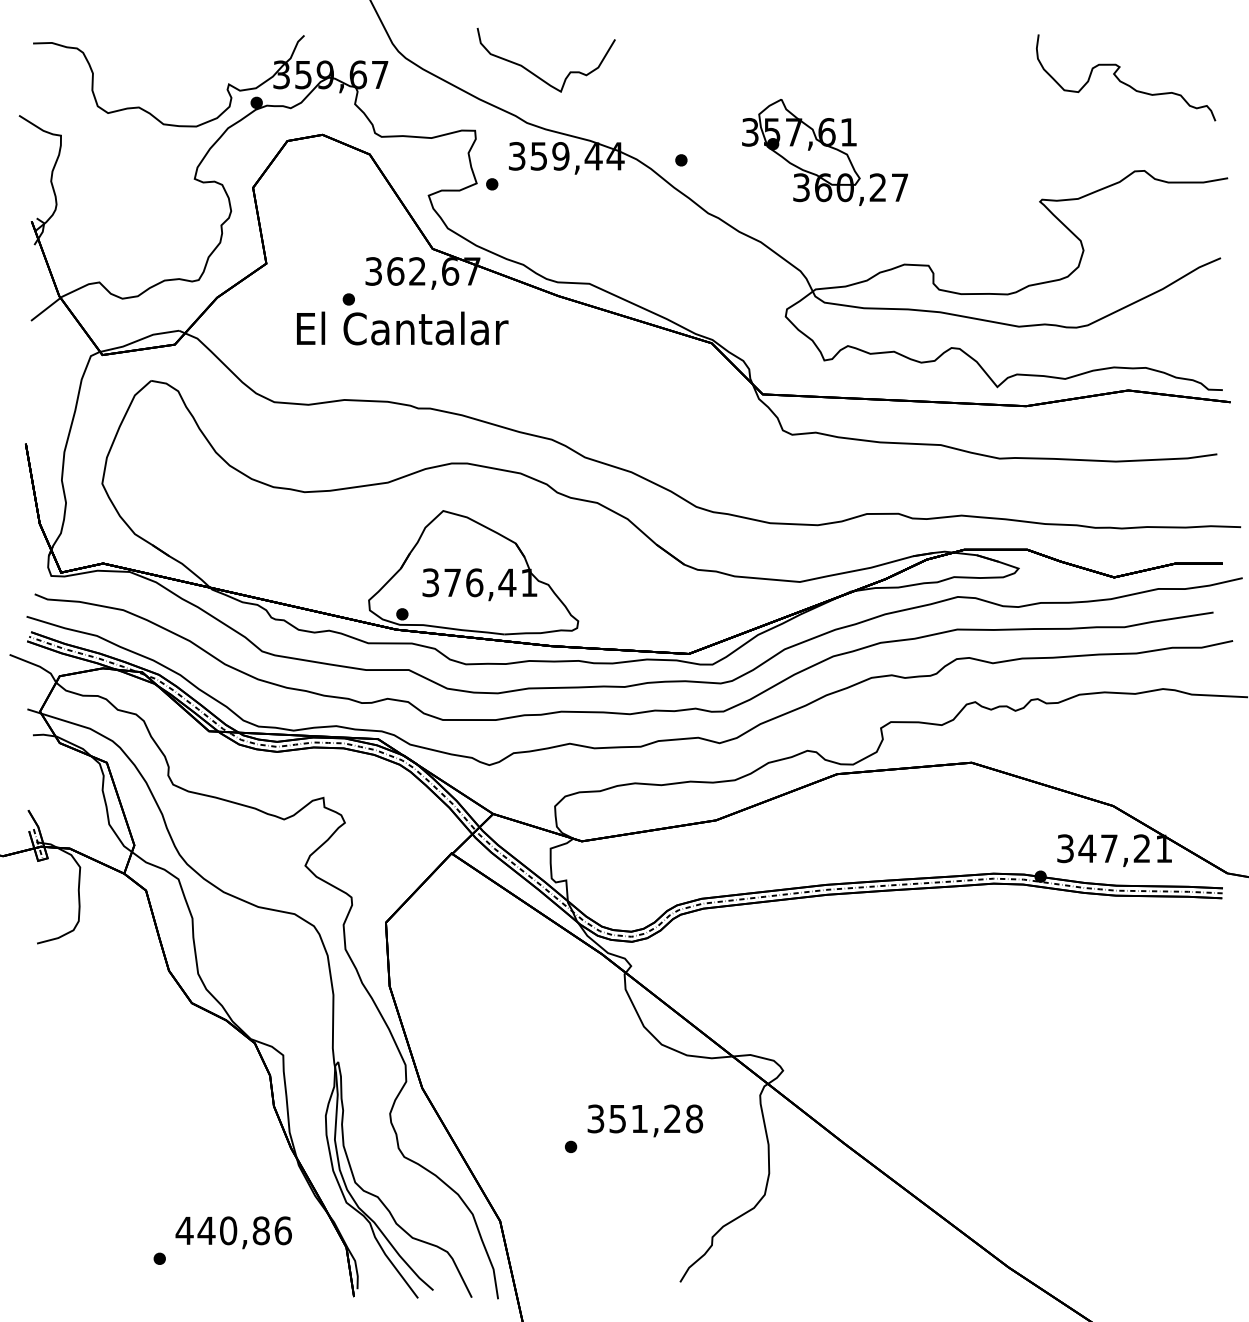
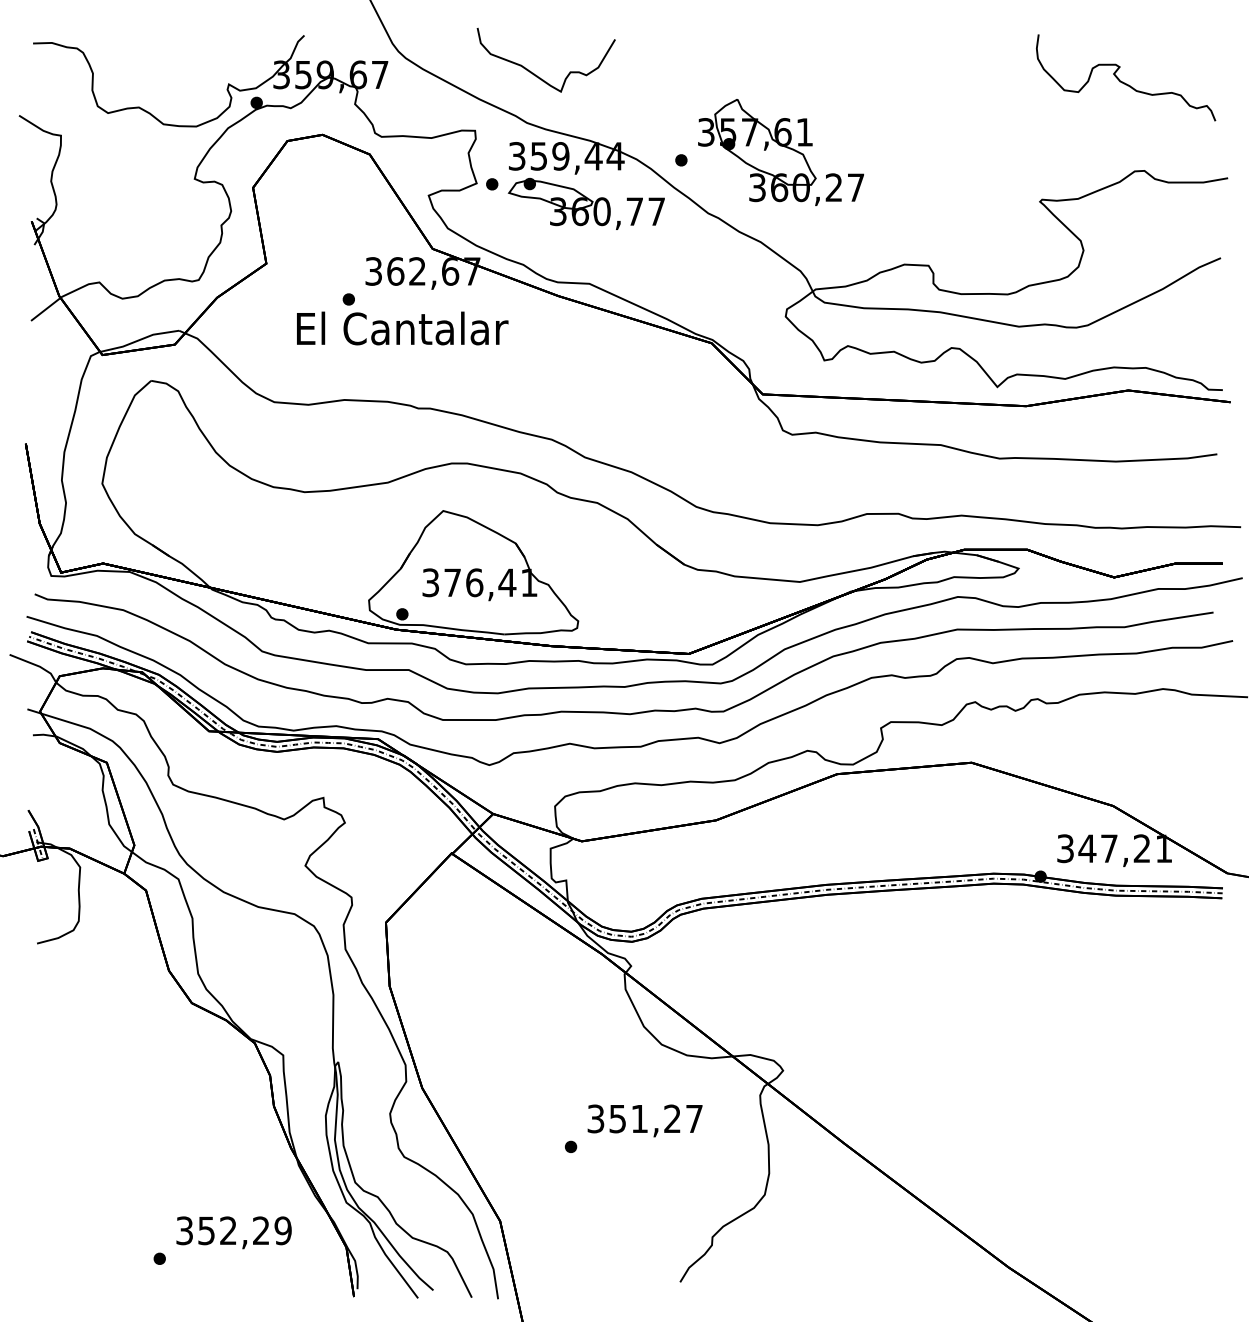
part at (825, 152) position: (825, 152) -> (781, 152)
part at (585, 203): none -> present
text at (694, 1118): 351,28 -> 351,27
text at (233, 1230): 440,86 -> 352,29
